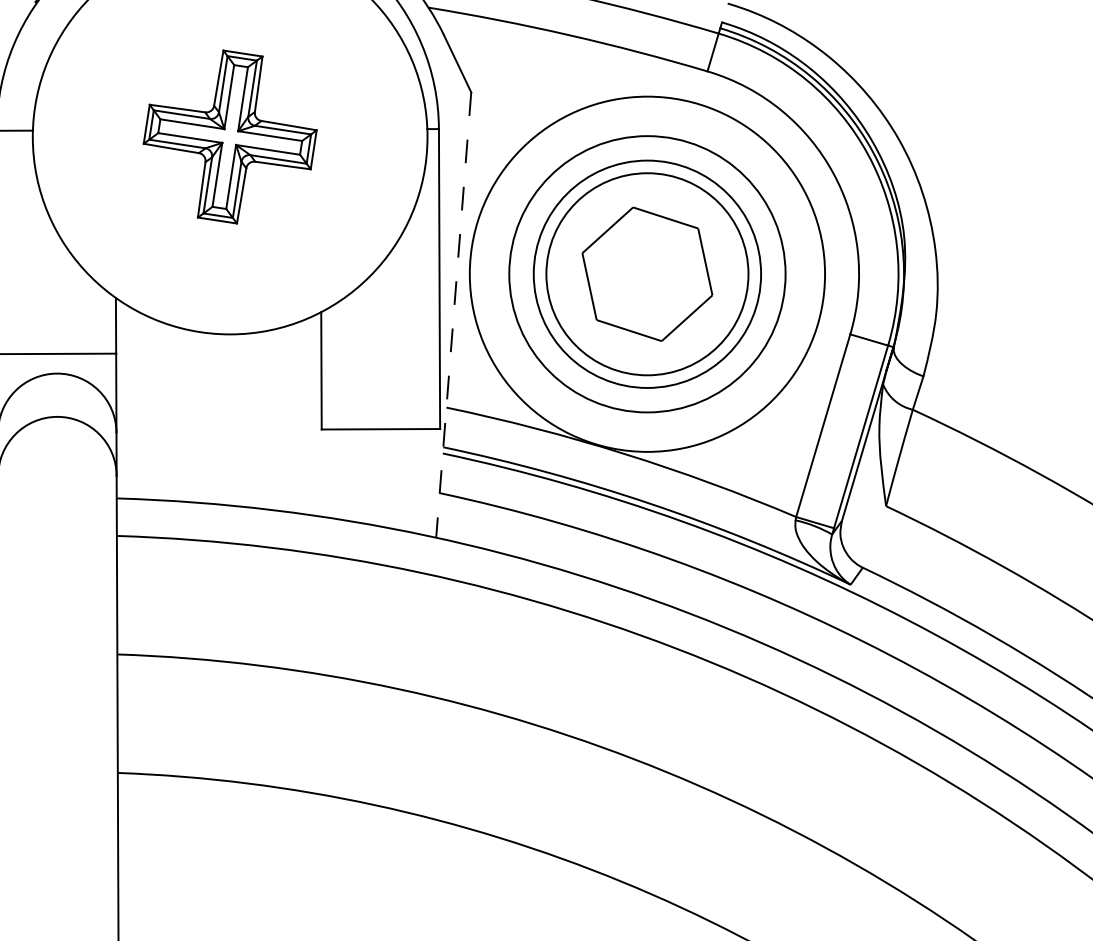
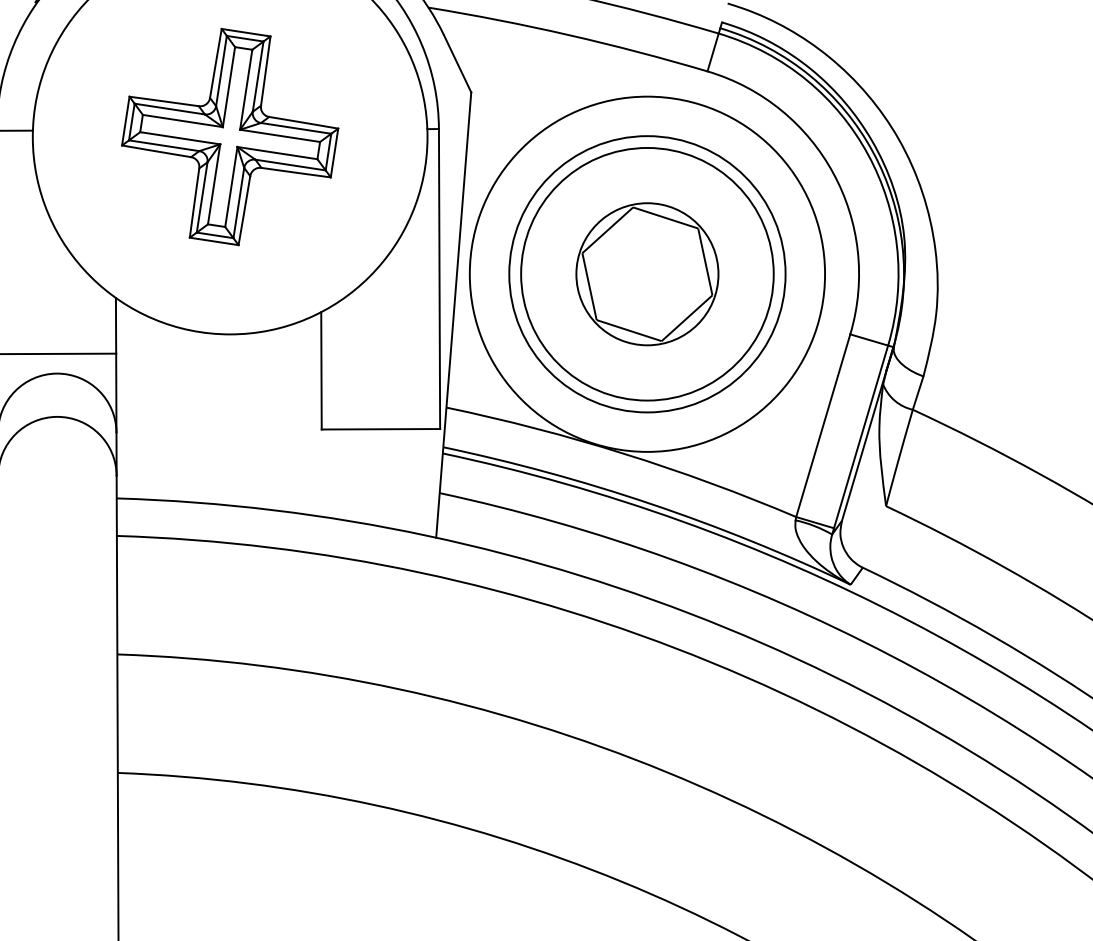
part at (229, 136) size: 176x176 px -> 219x220 px
circle at (647, 273) diameter: 227 px -> 142 px
circle at (647, 274) diameter: 202 px -> 253 px
line at (453, 315): dashed -> solid
